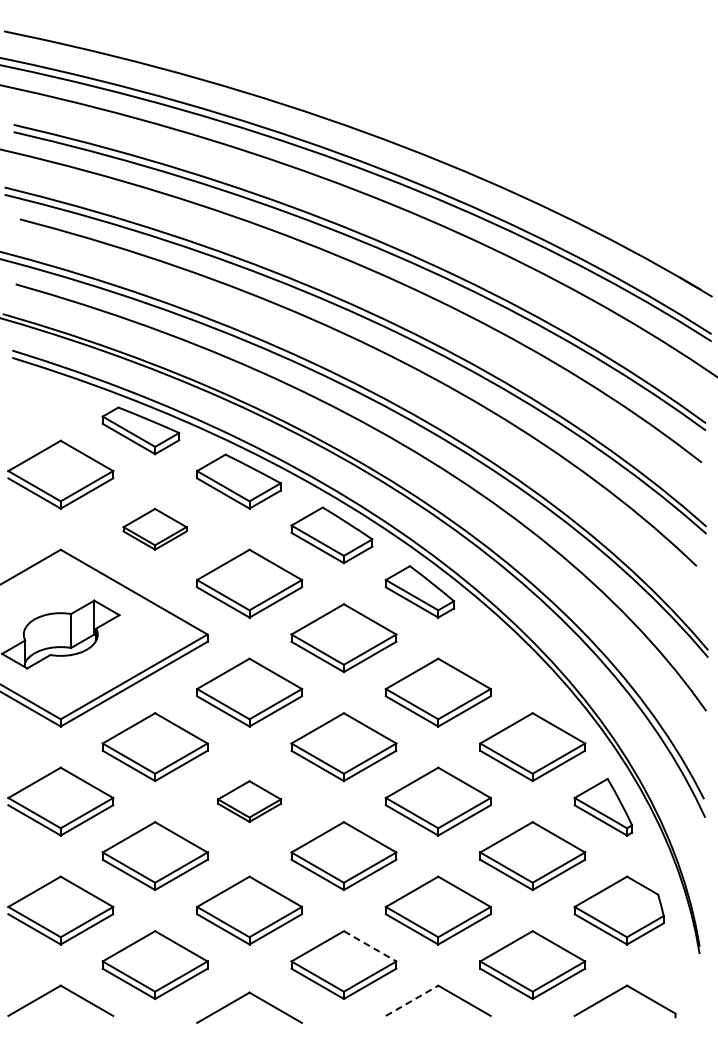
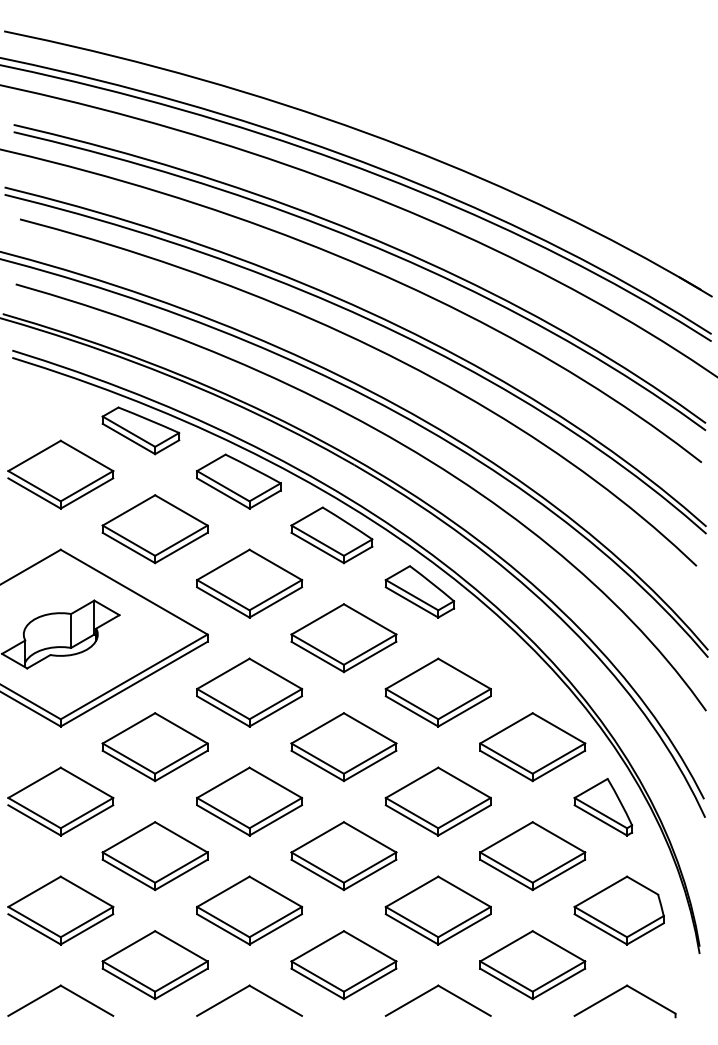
part at (154, 528) size: 66x44 px -> 108x71 px
part at (249, 801) size: 66x44 px -> 107x71 px
line at (370, 946): dashed -> solid
part at (243, 997) position: (243, 997) -> (243, 990)
line at (412, 1000): dashed -> solid
